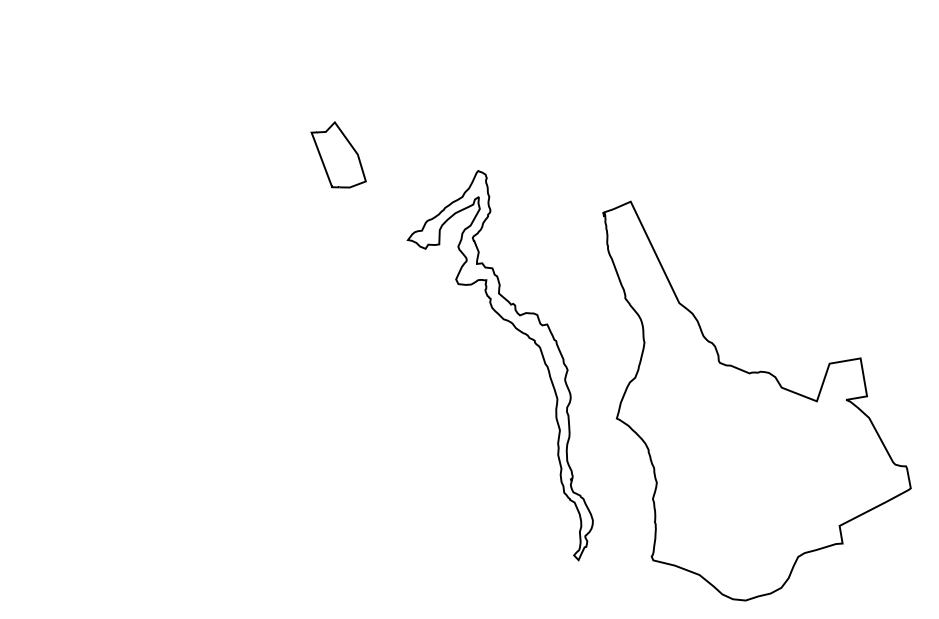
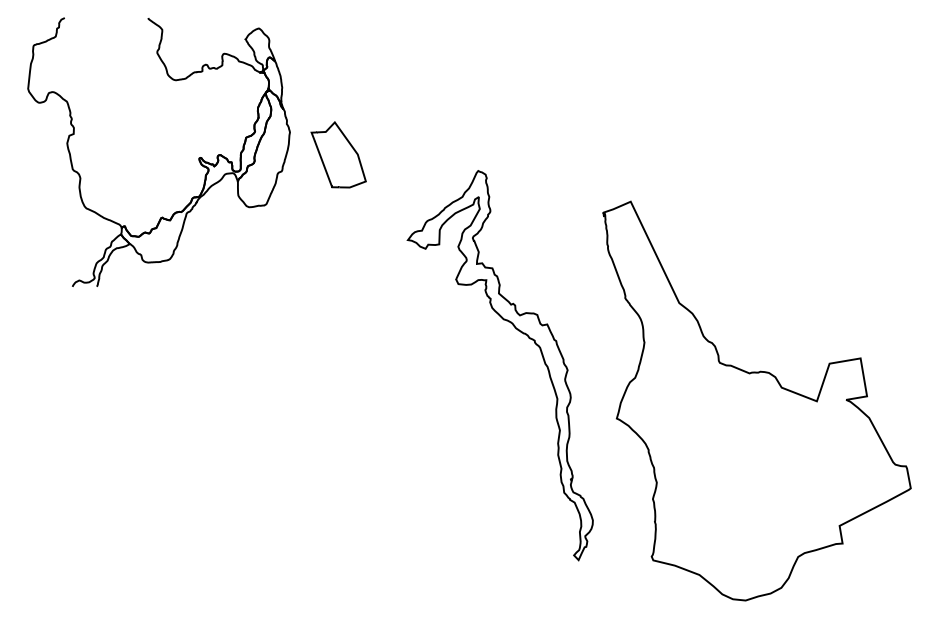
part at (198, 158): none -> present
